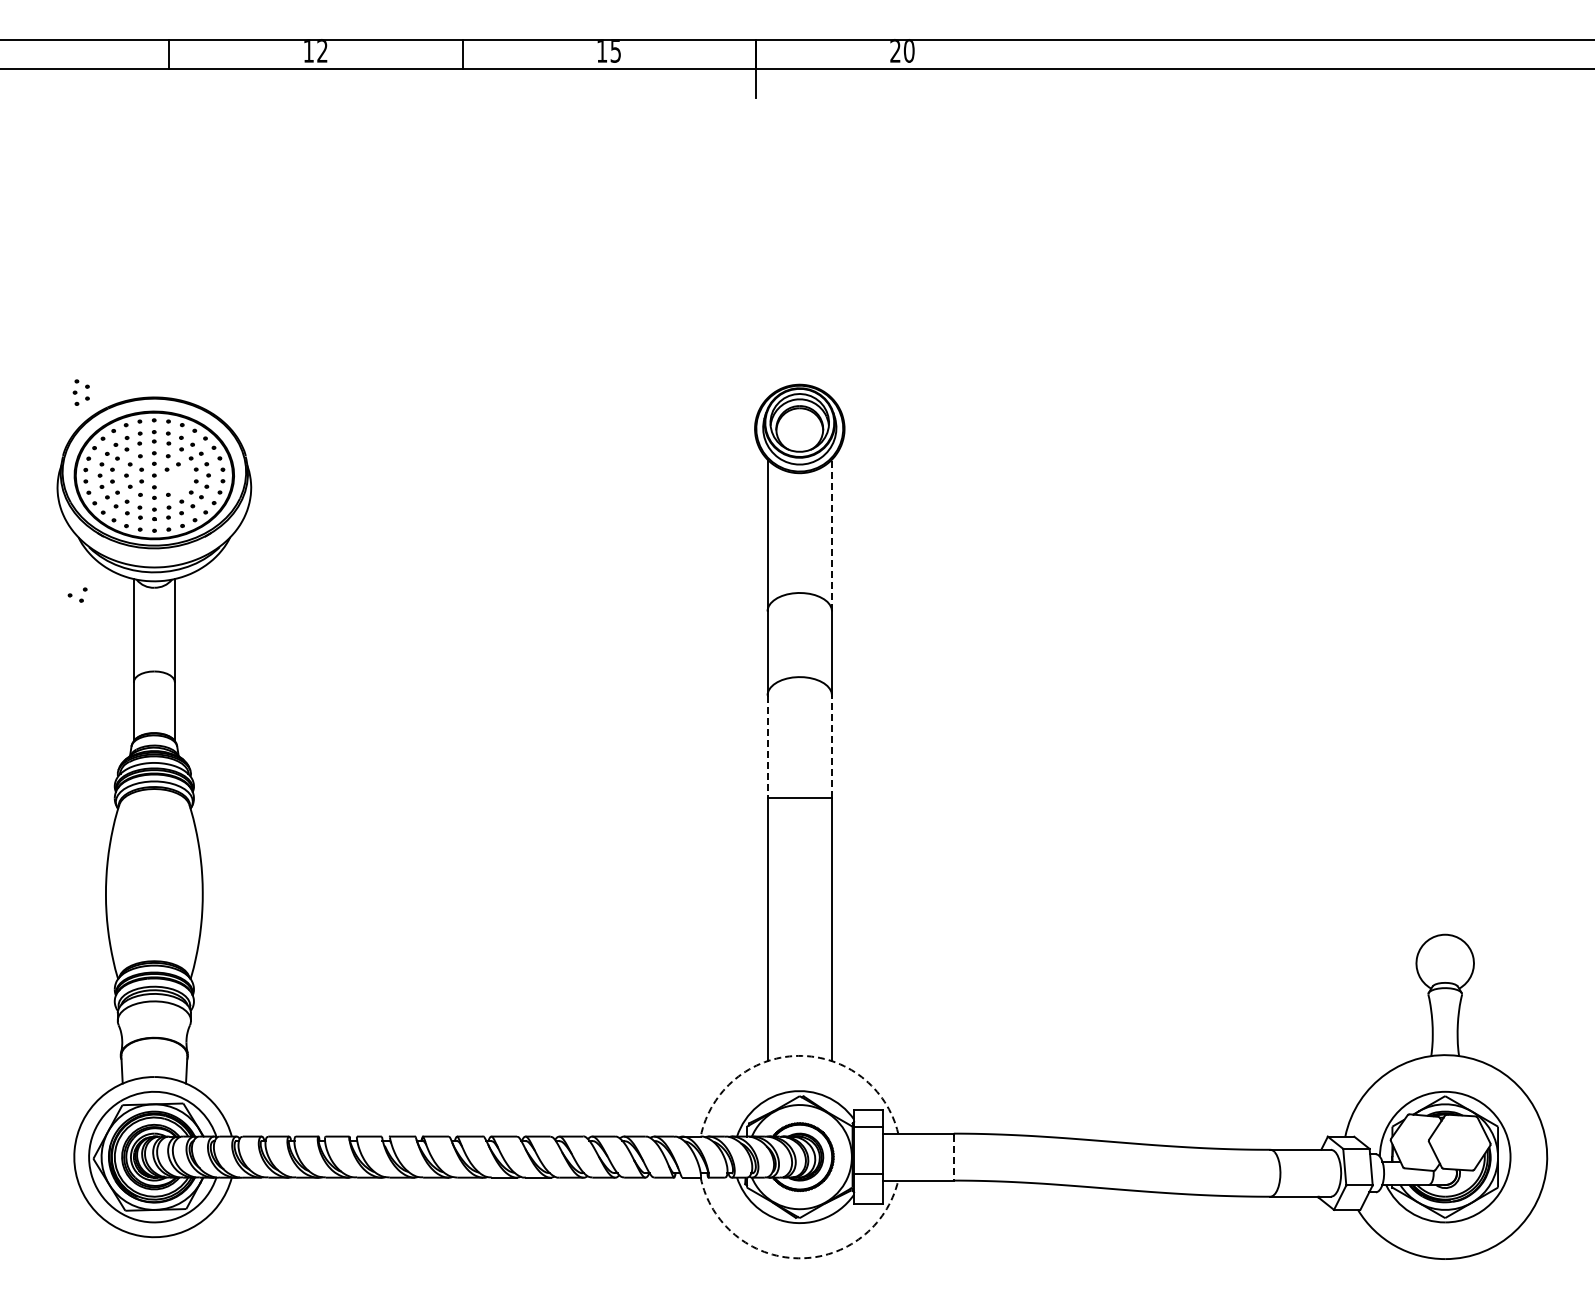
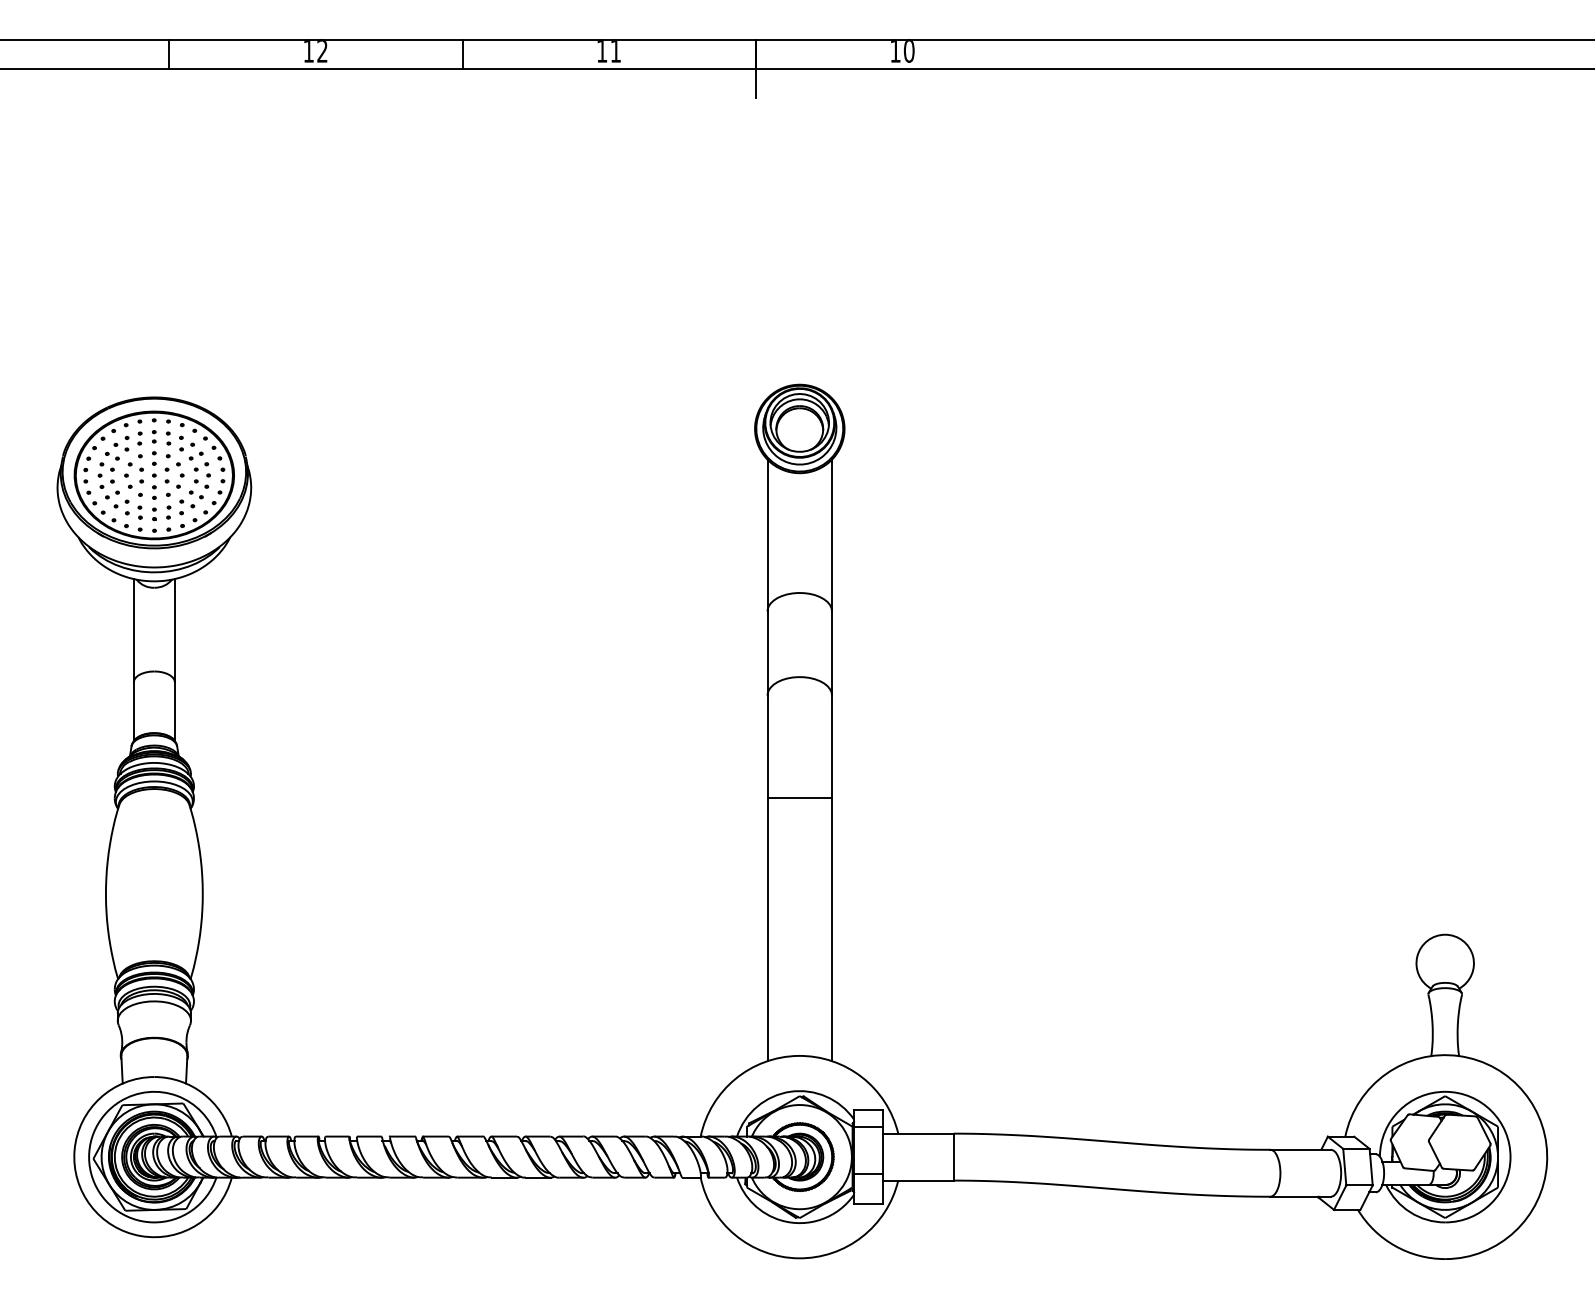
text at (615, 51): 15 -> 11
text at (895, 51): 20 -> 10
part at (80, 392): present -> none
line at (832, 534): dashed -> solid
part at (77, 594) position: (77, 594) -> (174, 480)
line at (832, 746): dashed -> solid
line at (767, 747): dashed -> solid
arc at (798, 1055): dashed -> solid
line at (953, 1157): dashed -> solid
arc at (798, 1258): dashed -> solid
